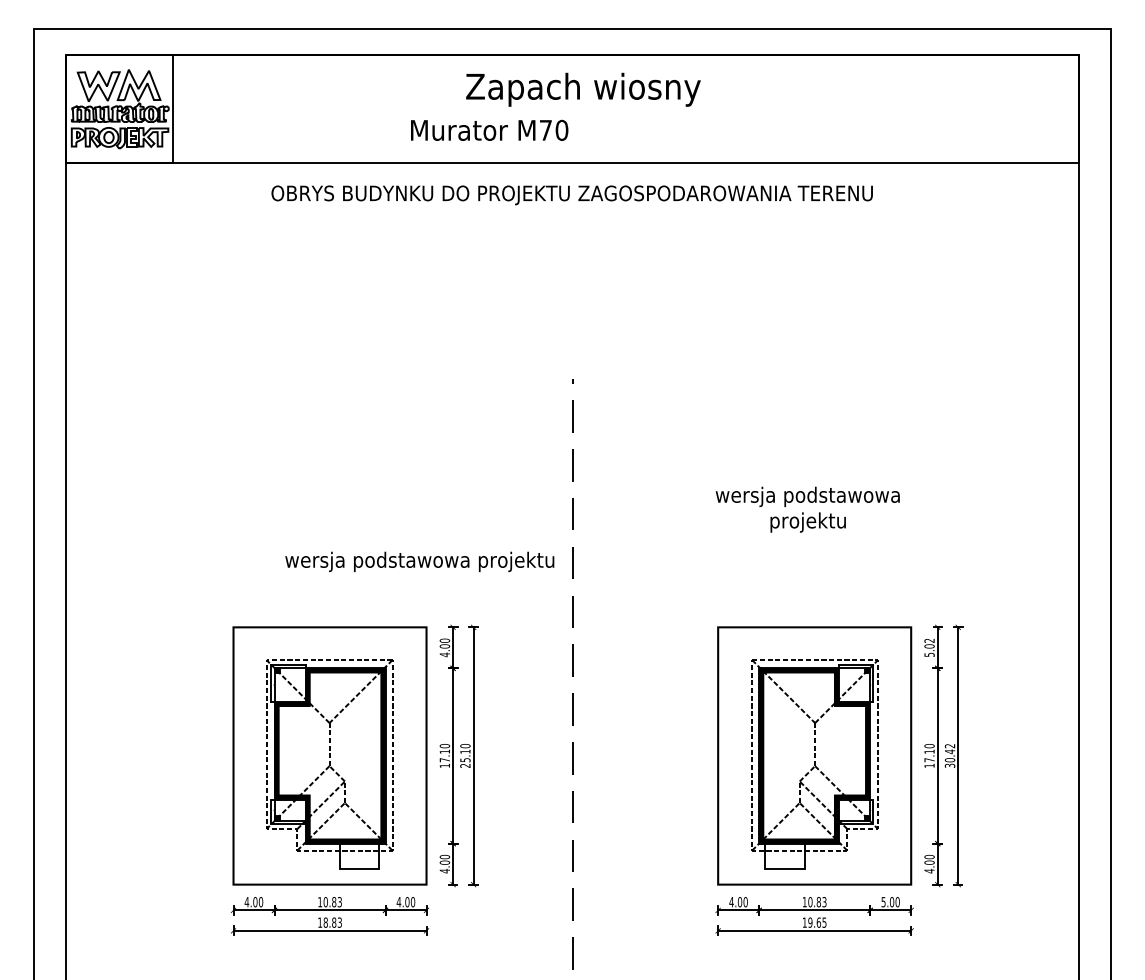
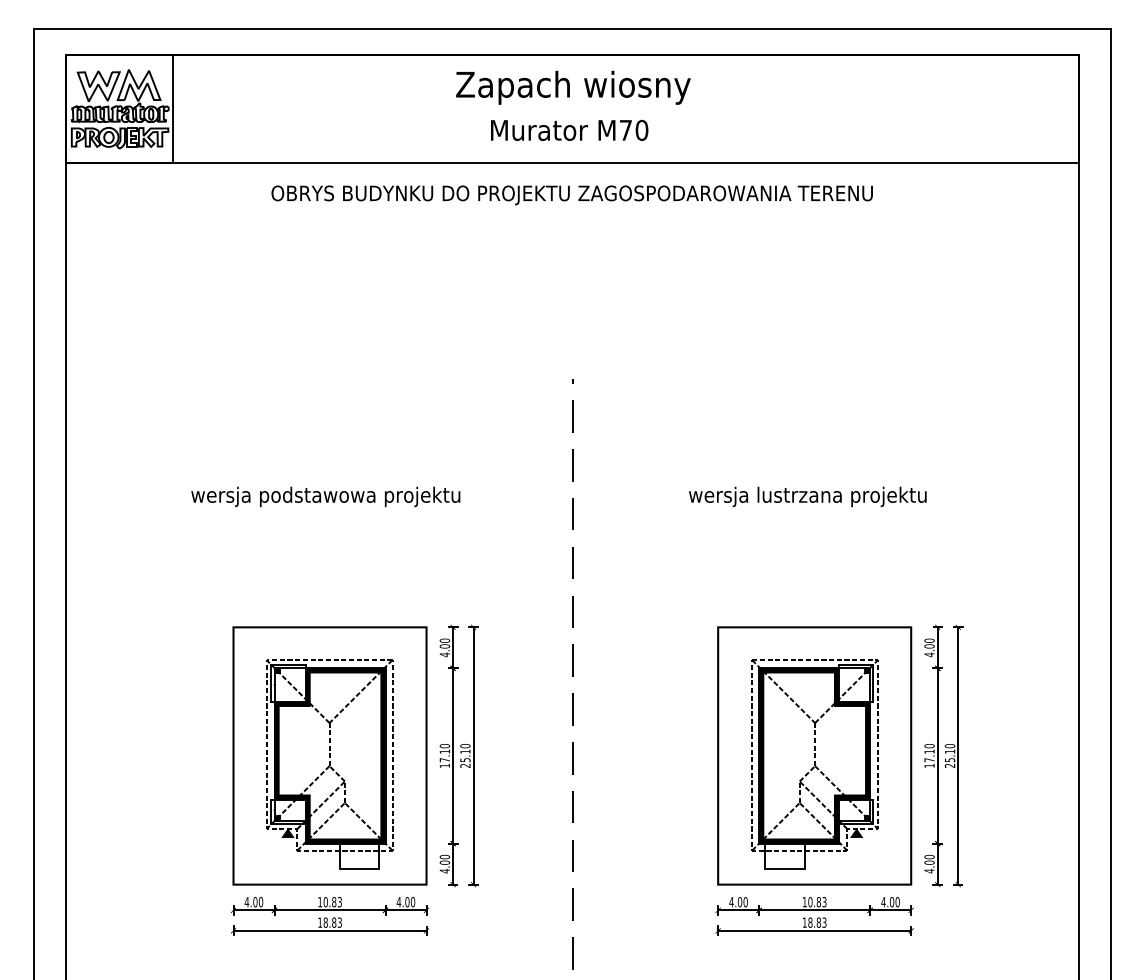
text at (583, 89) position: (583, 89) -> (573, 87)
text at (489, 129) position: (489, 129) -> (569, 129)
text at (807, 509): wersja podstawowa projektu -> wersja lustrzana projektu
text at (419, 561) position: (419, 561) -> (325, 496)
text at (929, 647): 5.02 -> 4.00
text at (949, 755): 30.42 -> 25.10
fill at (287, 832): none -> present
fill at (856, 832): none -> present
text at (883, 902): 5.00 -> 4.00
text at (817, 922): 19.65 -> 18.83
